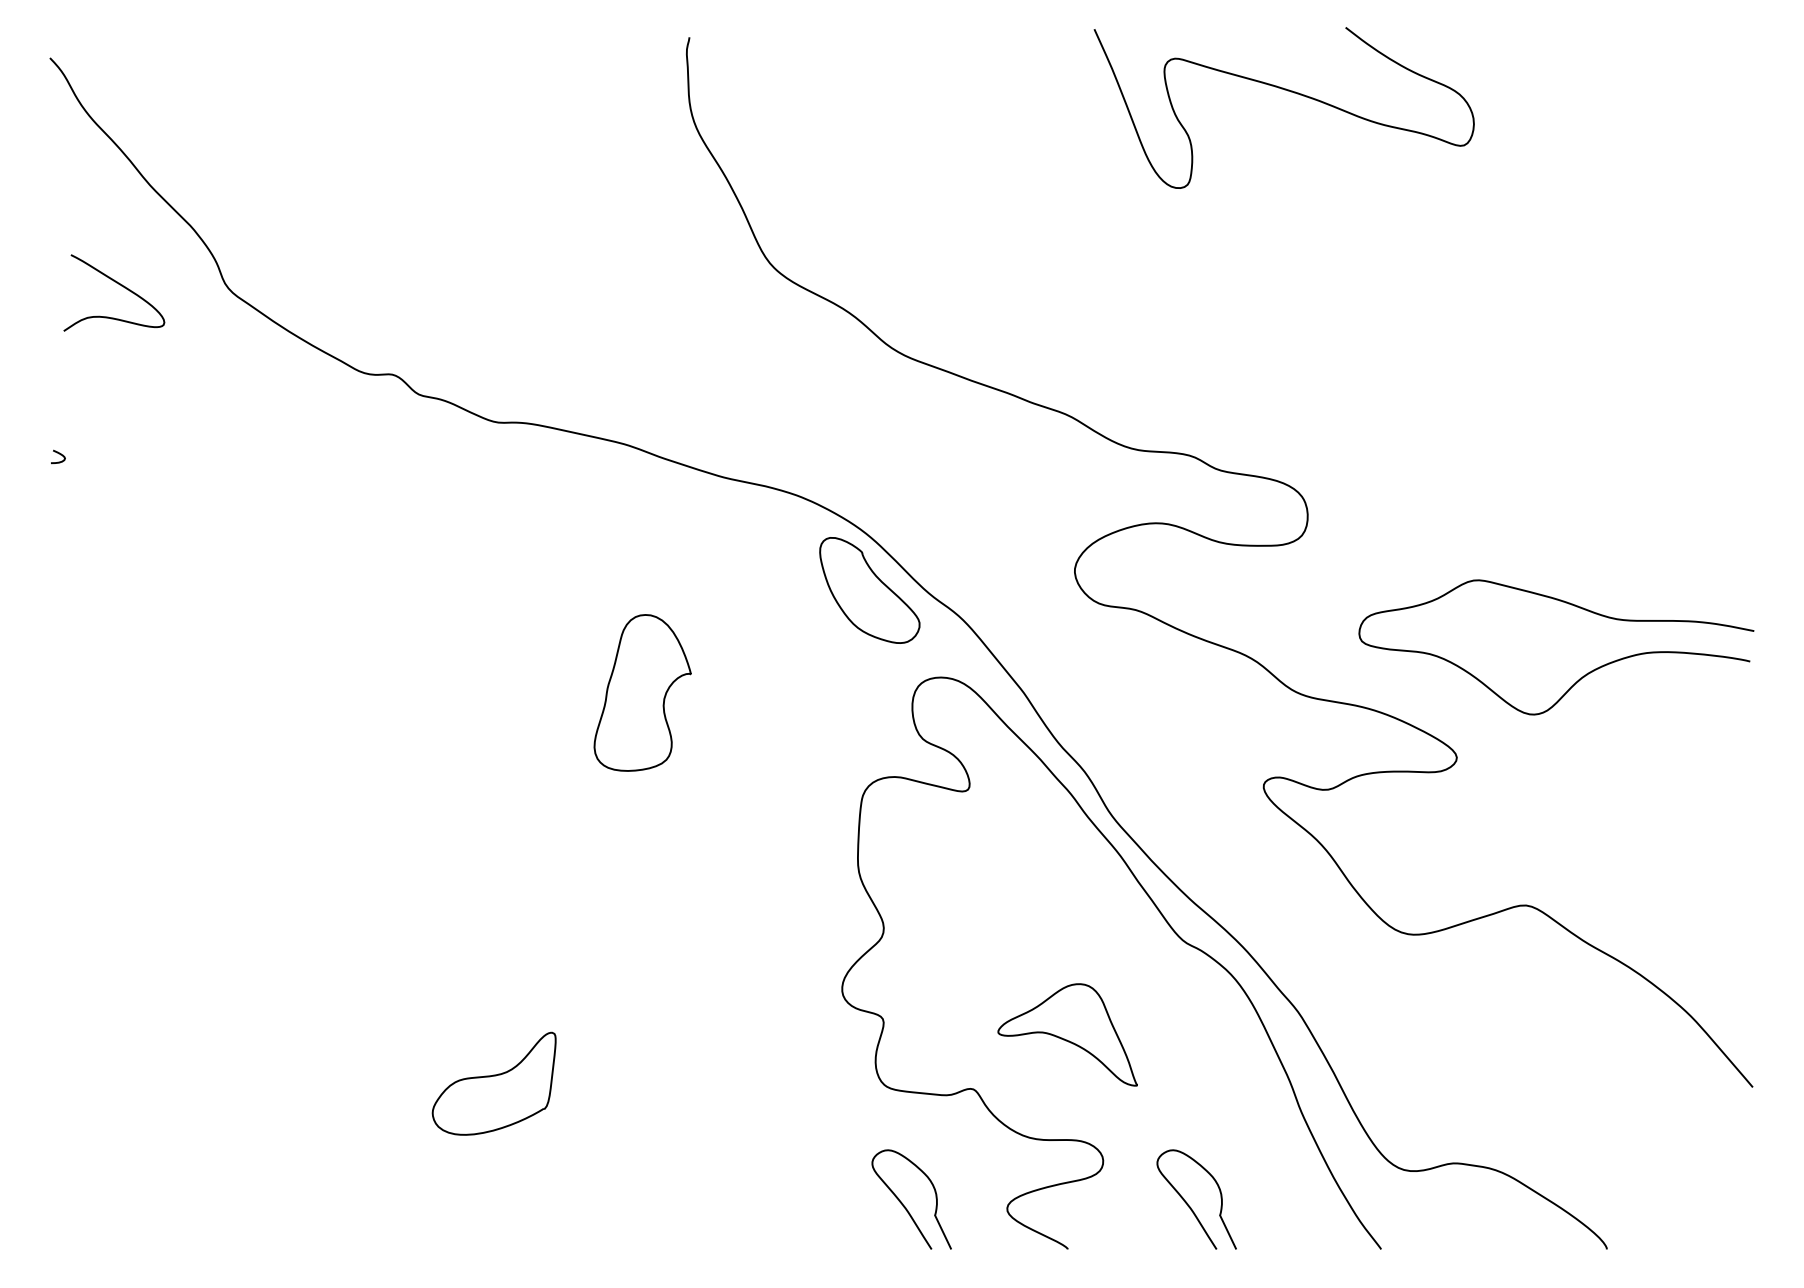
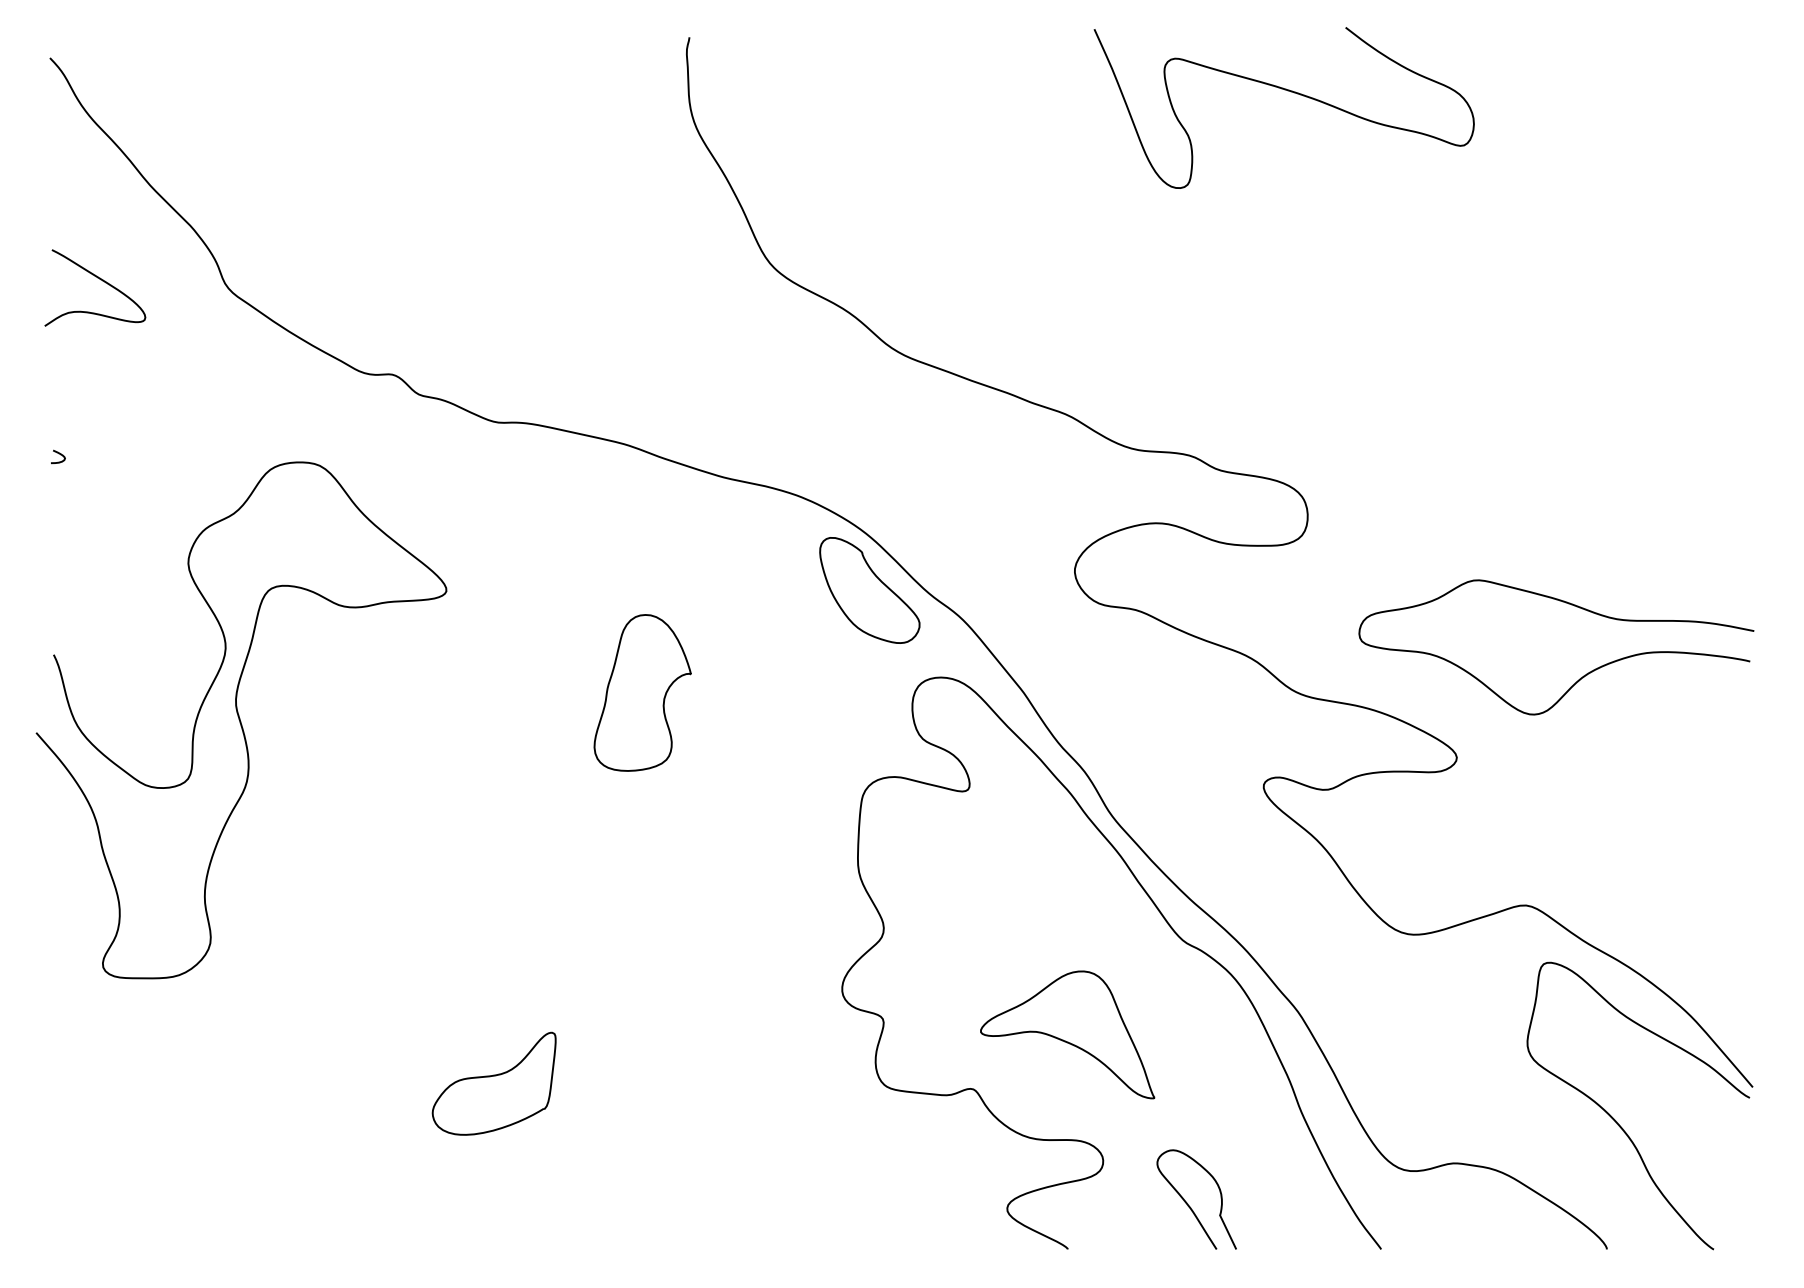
curve at (119, 285) position: (119, 285) -> (100, 280)
curve at (240, 720): none -> present
part at (1067, 1034) size: 141x104 px -> 176x130 px
curve at (1616, 1120): none -> present
curve at (904, 1205): present -> none
